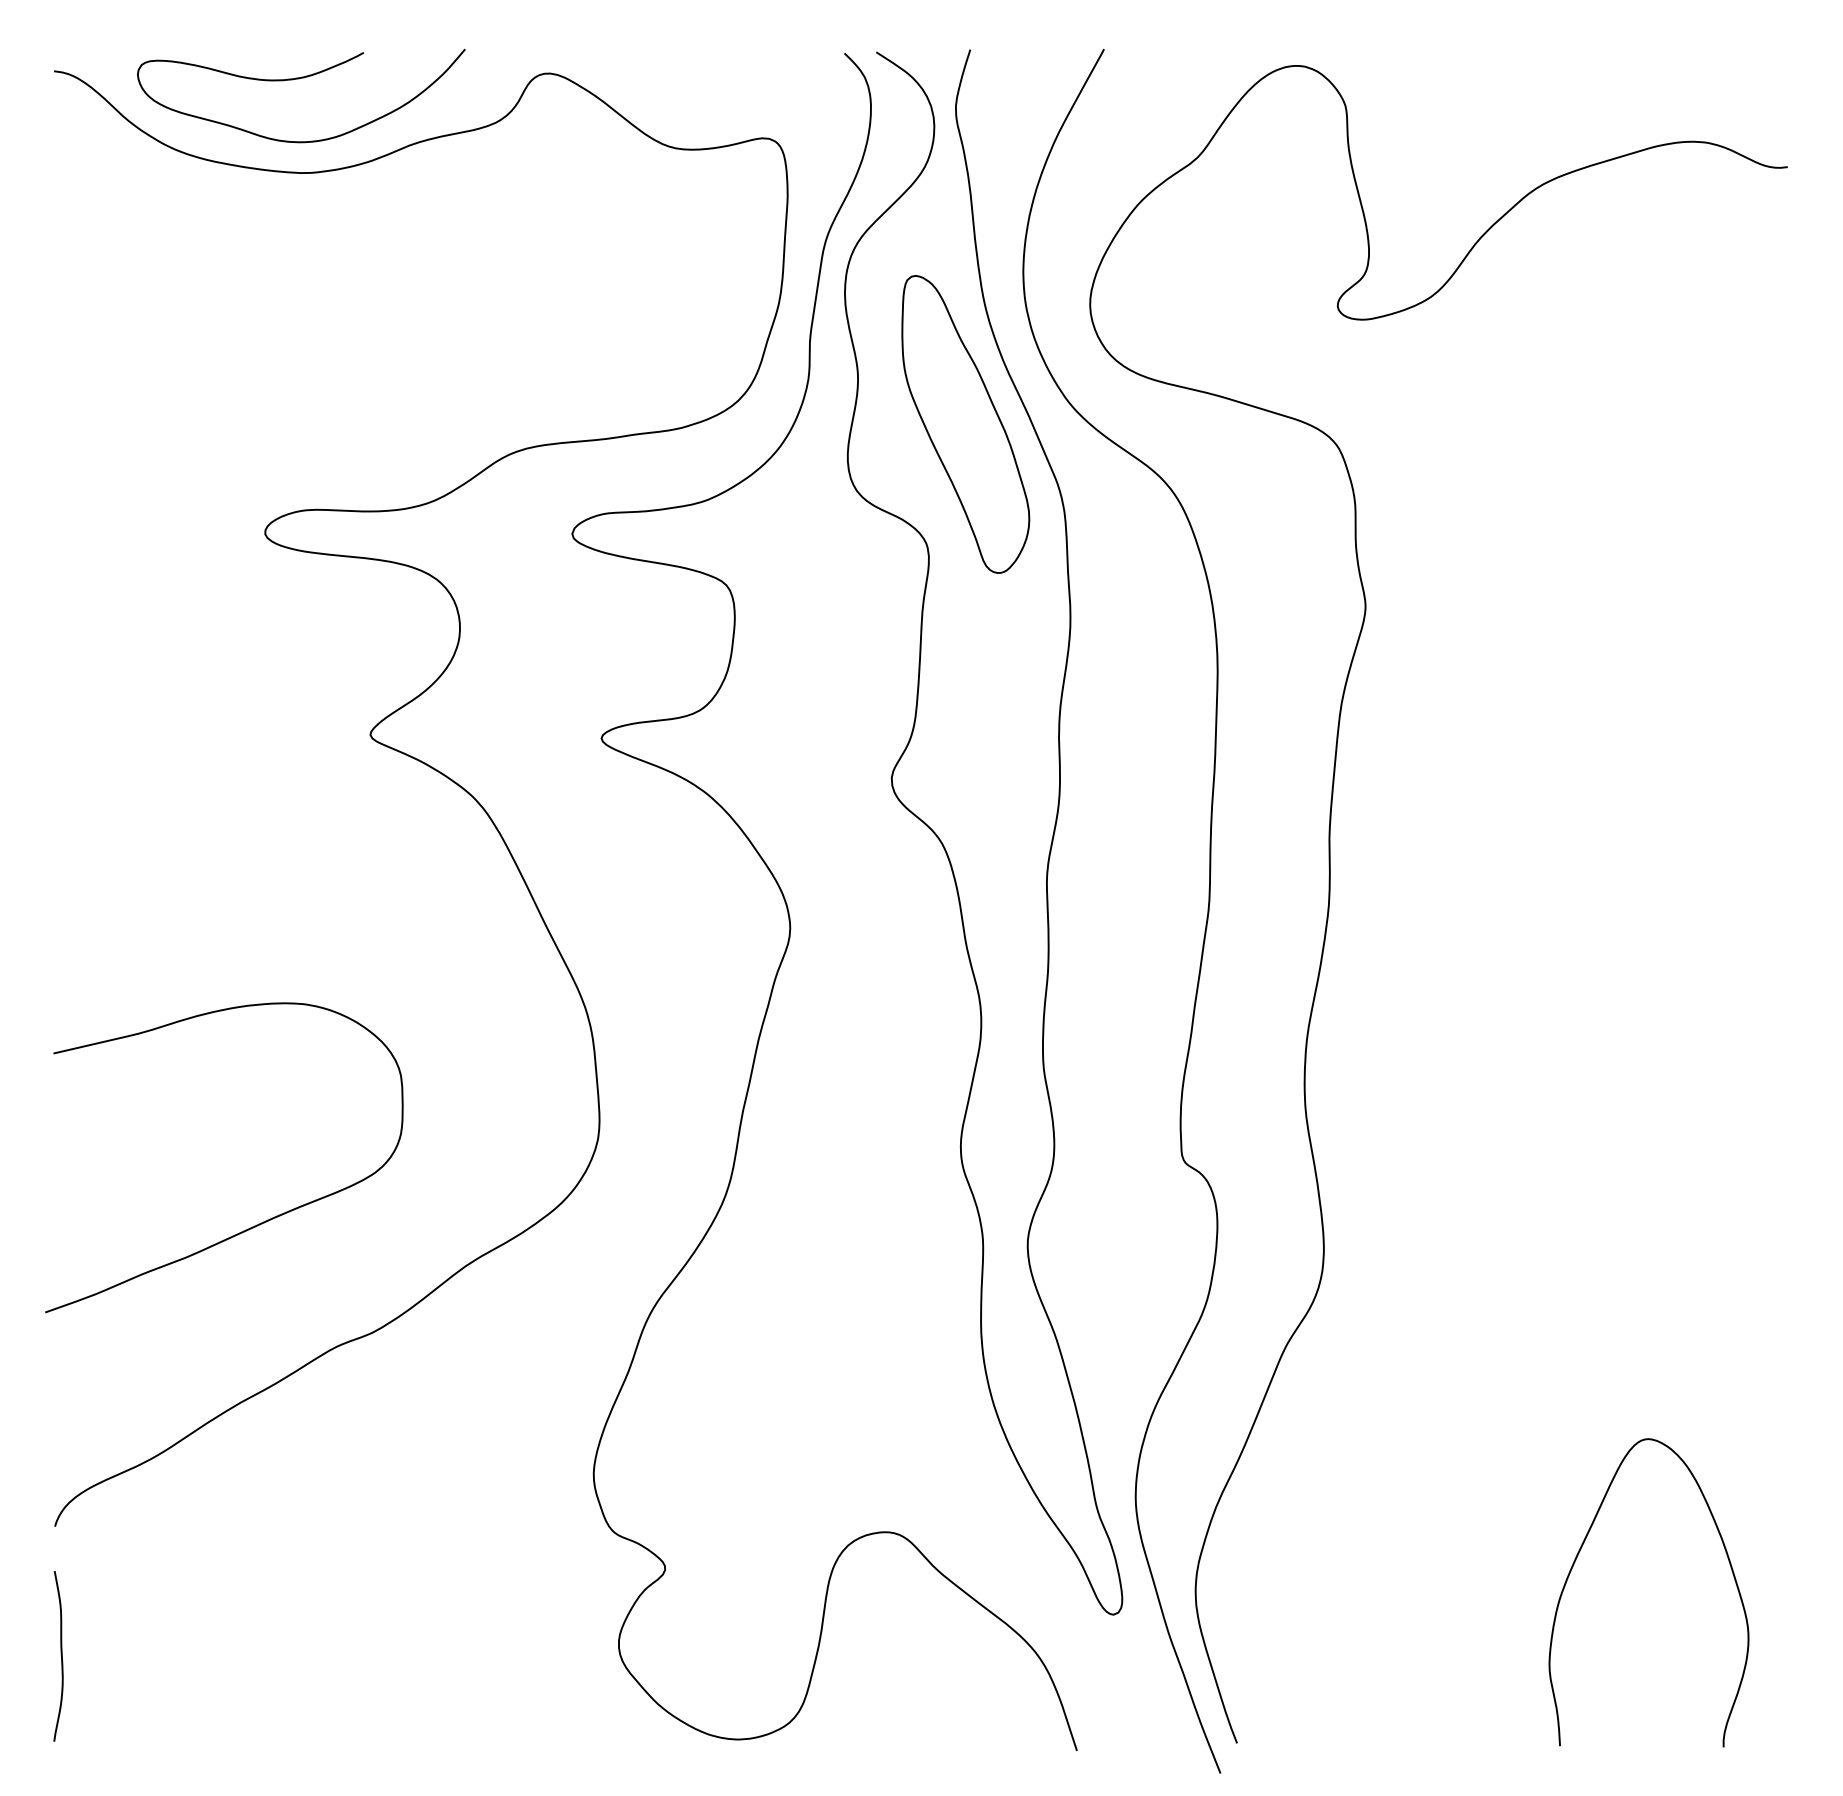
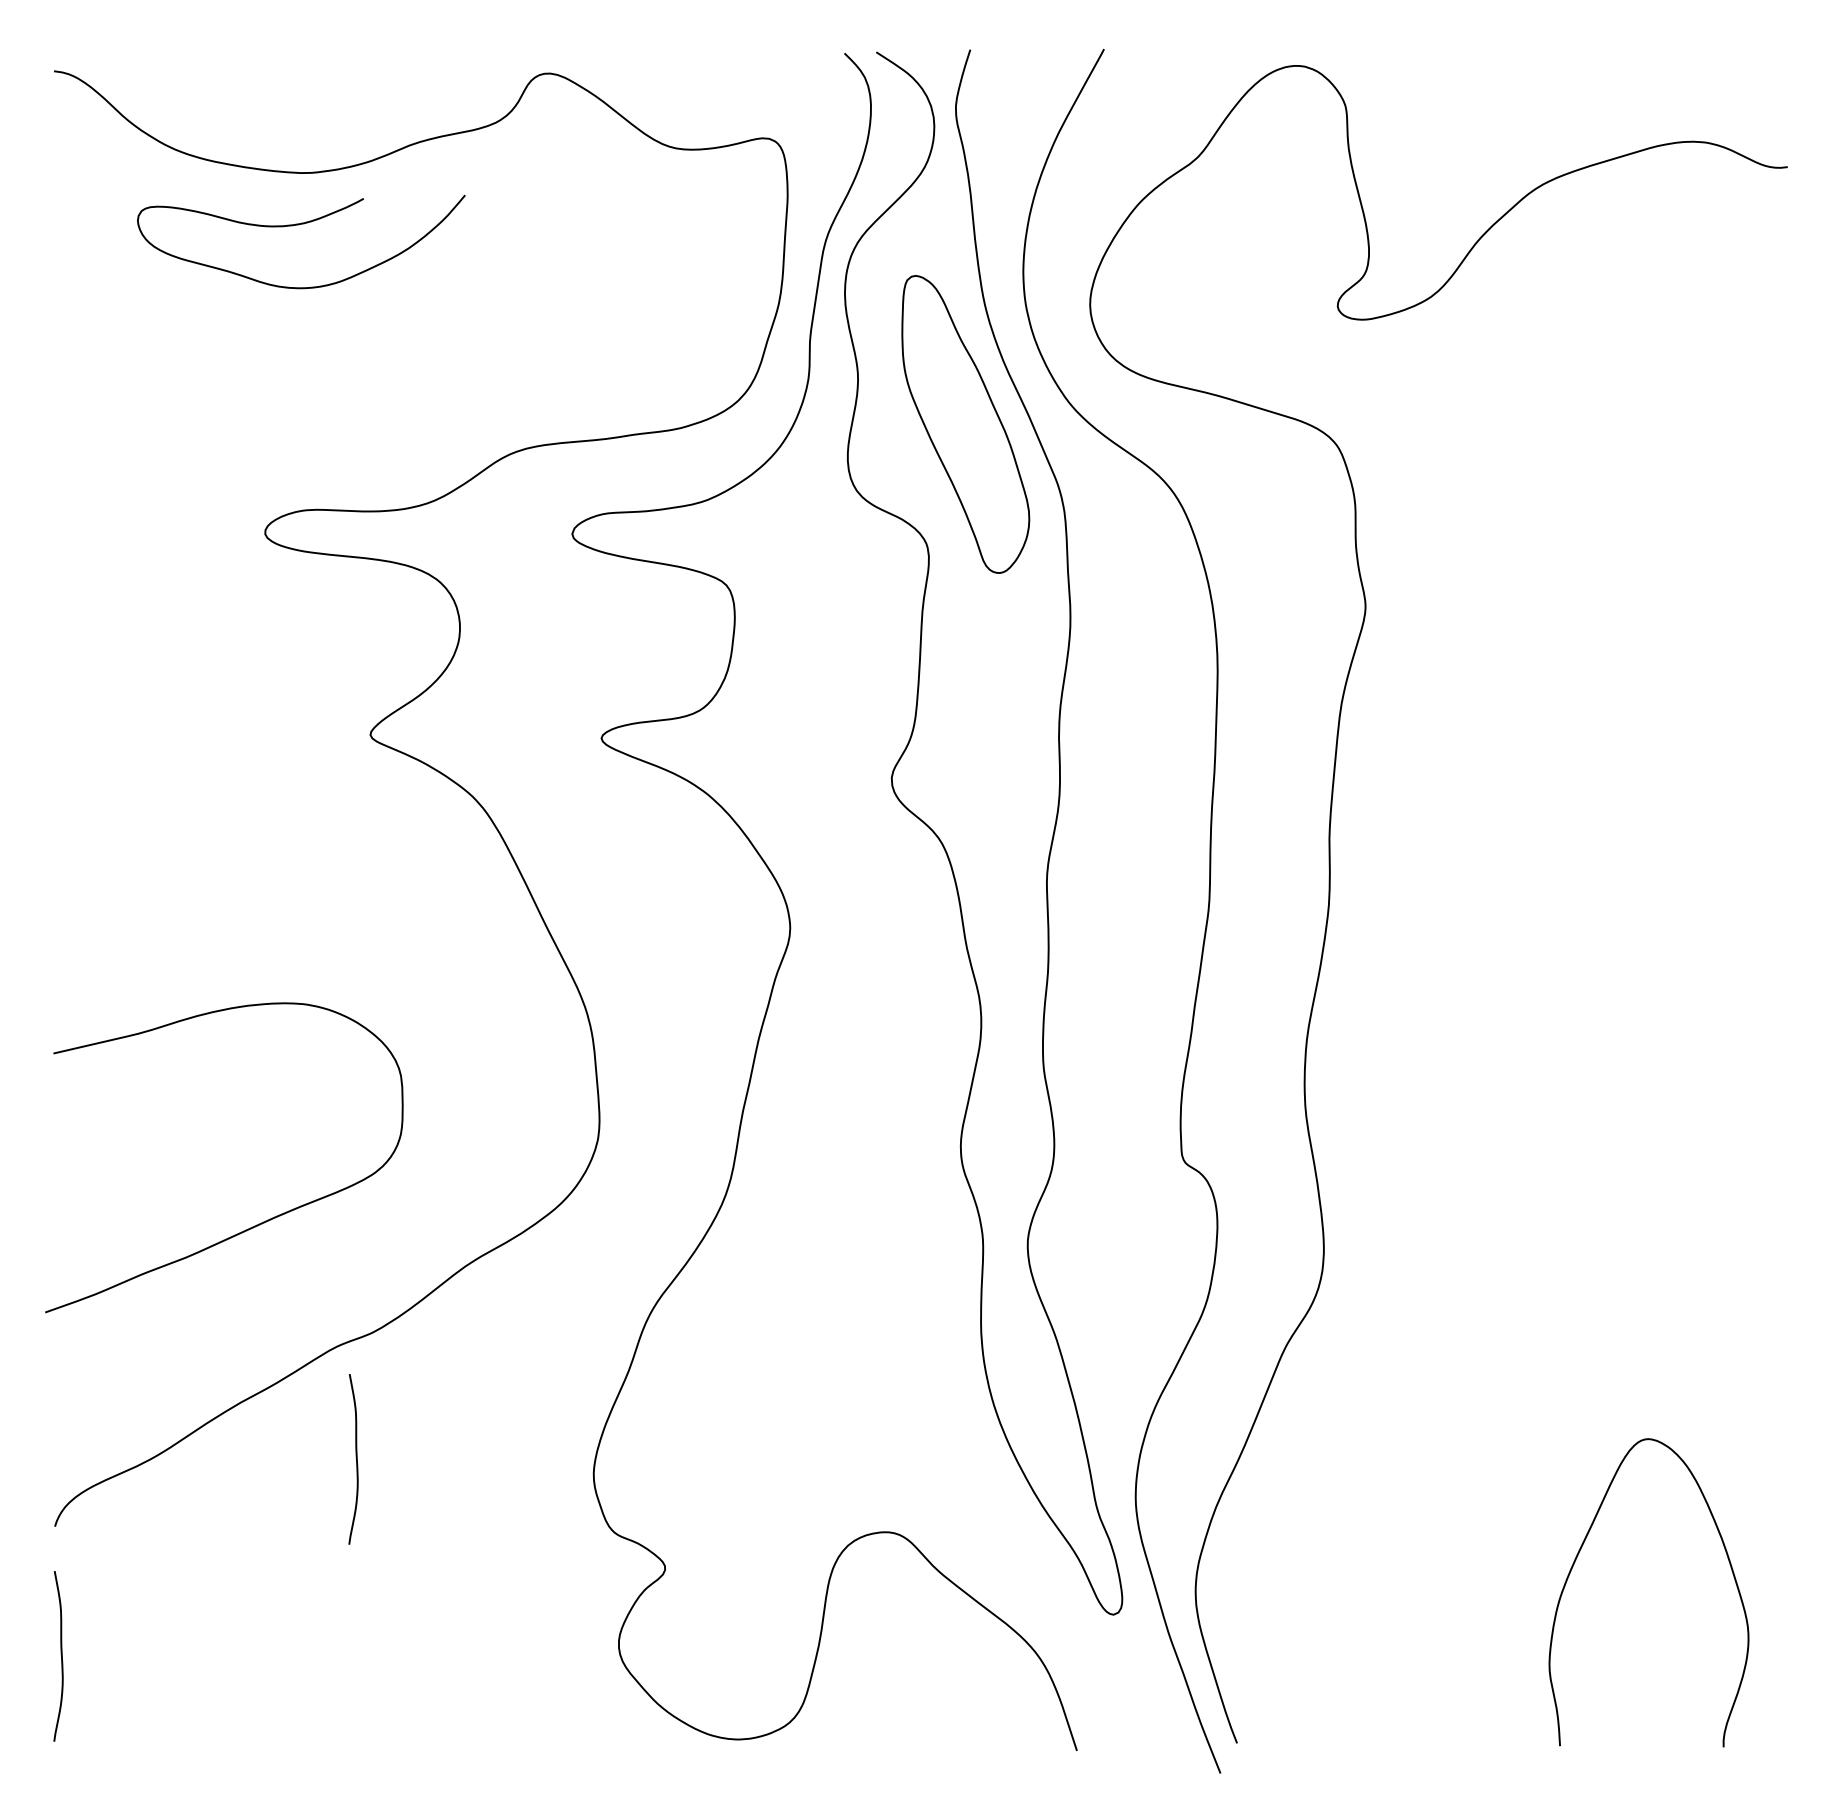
curve at (299, 79) position: (299, 79) -> (299, 225)
curve at (355, 1457): none -> present
